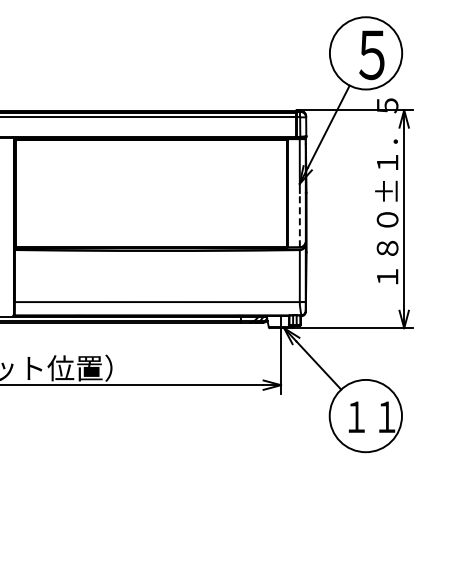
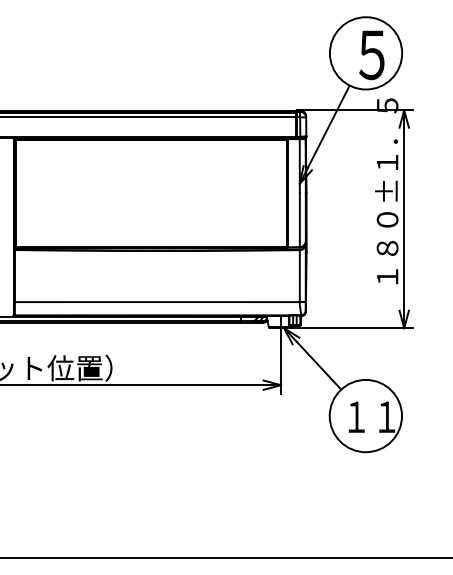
line at (299, 219): dashed -> solid
line at (225, 557): none -> present
